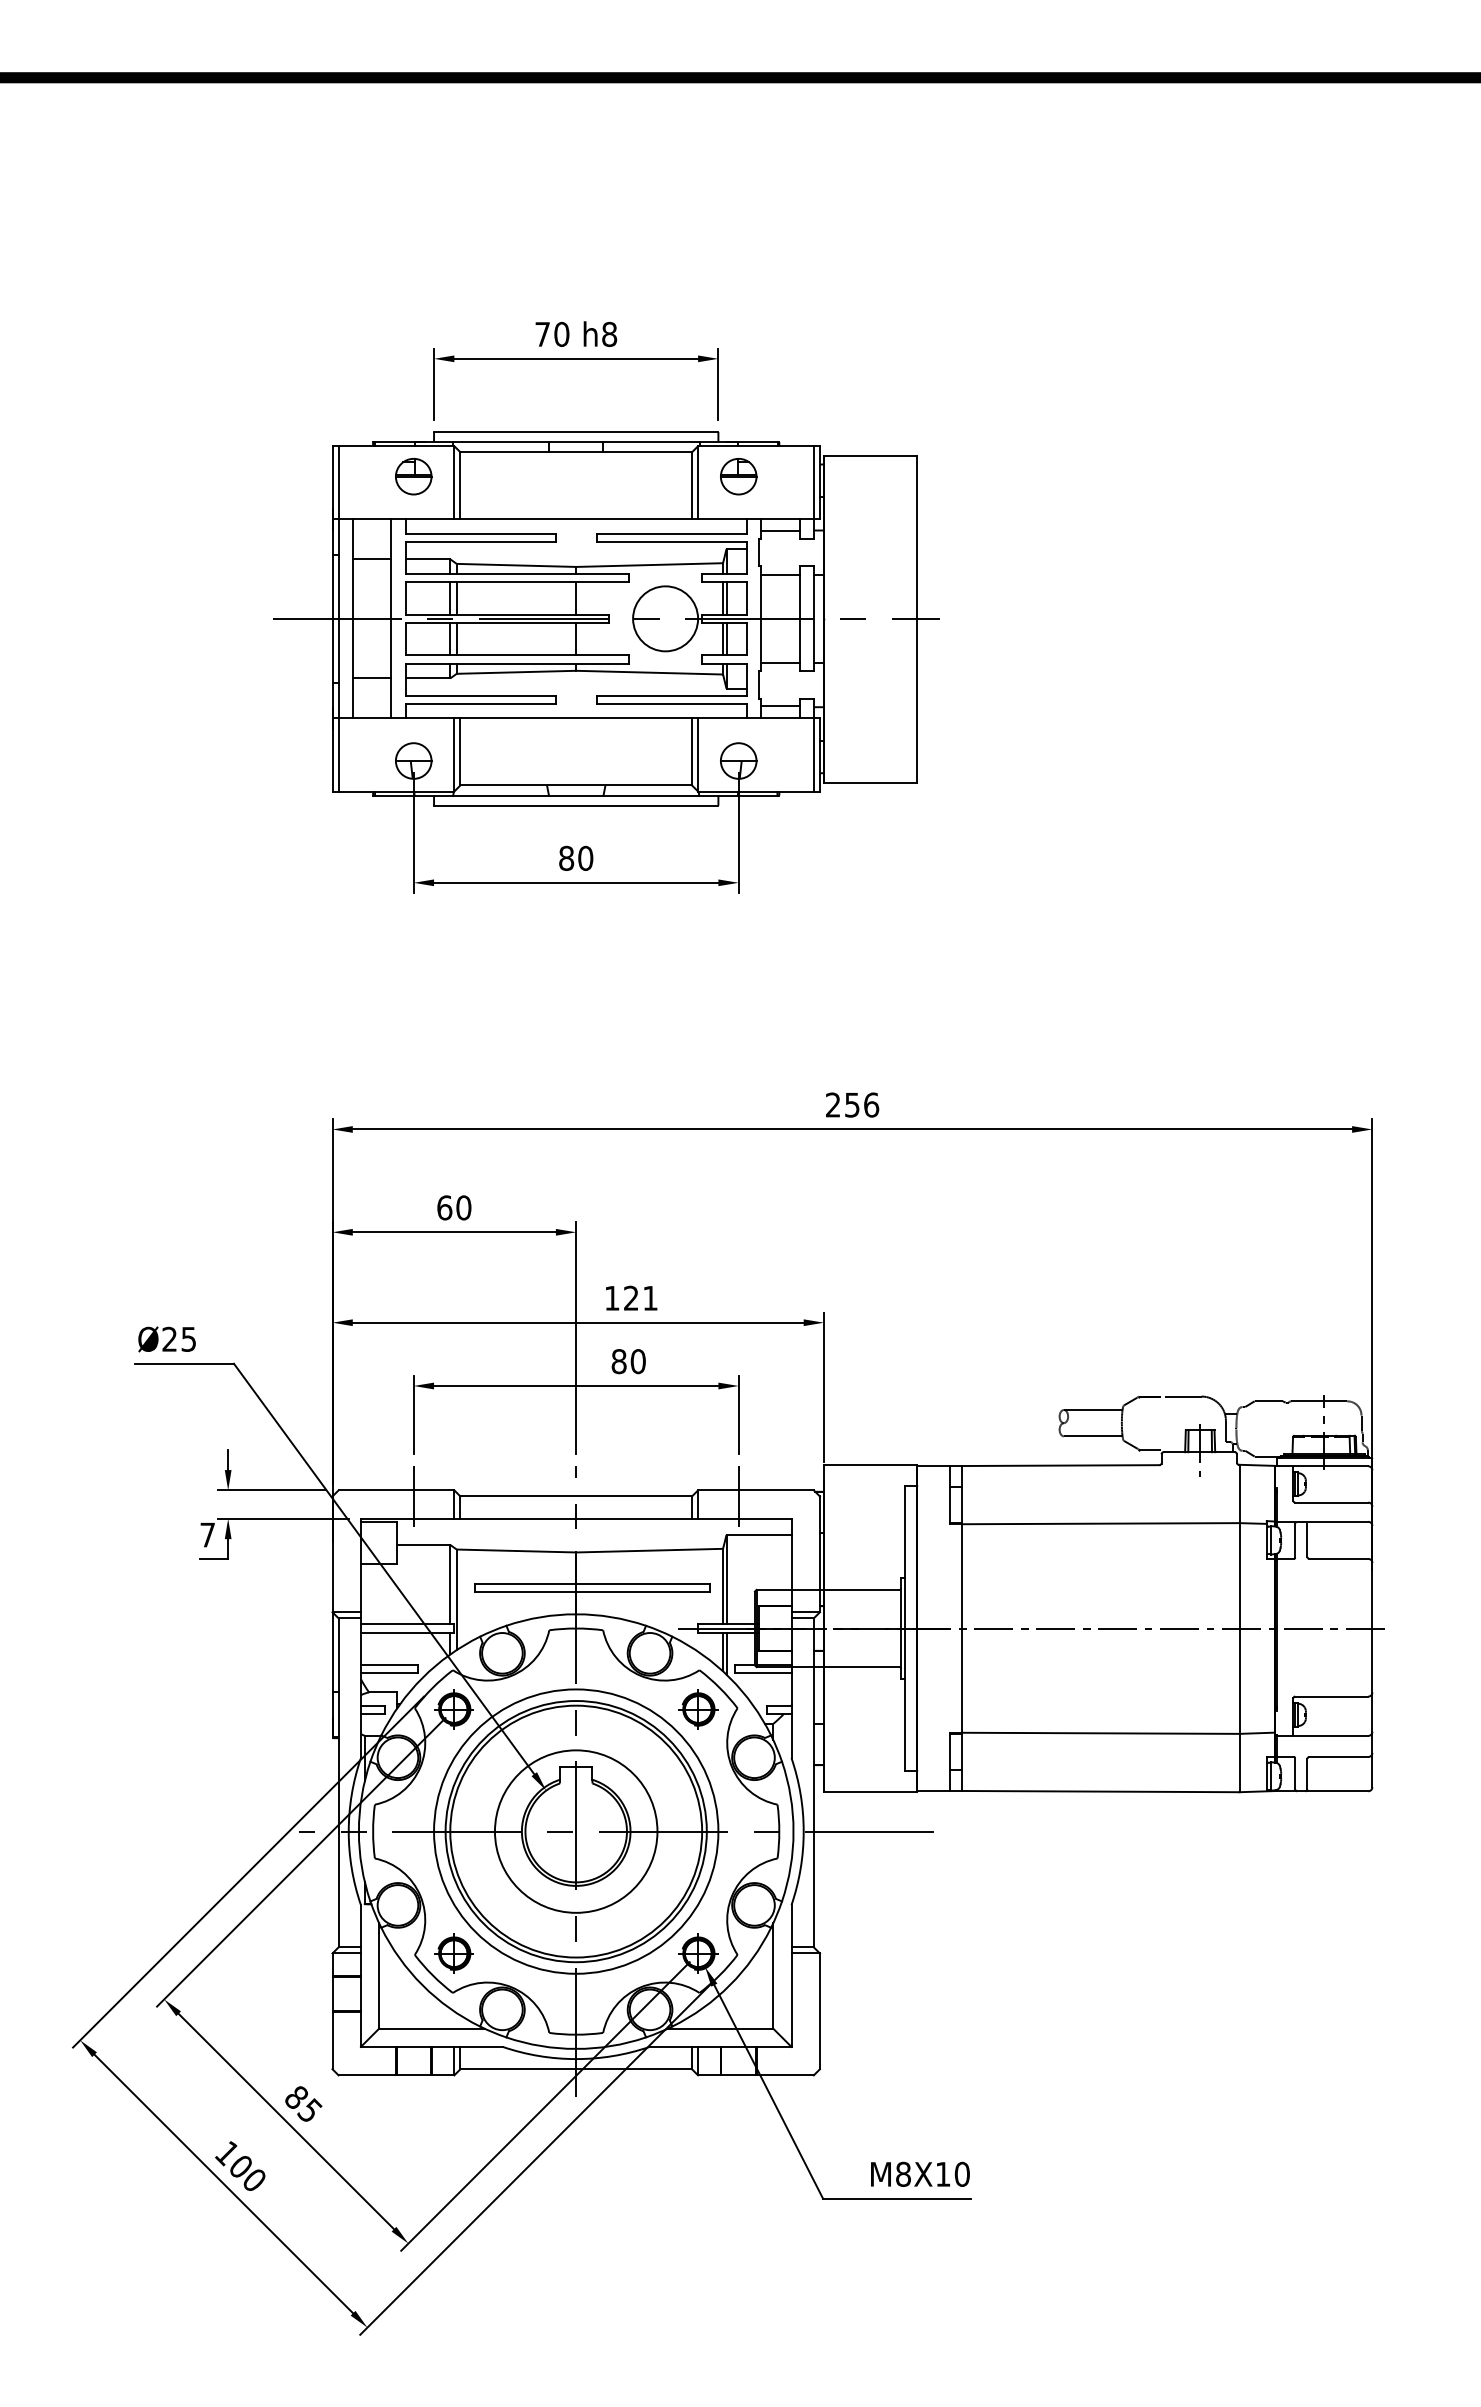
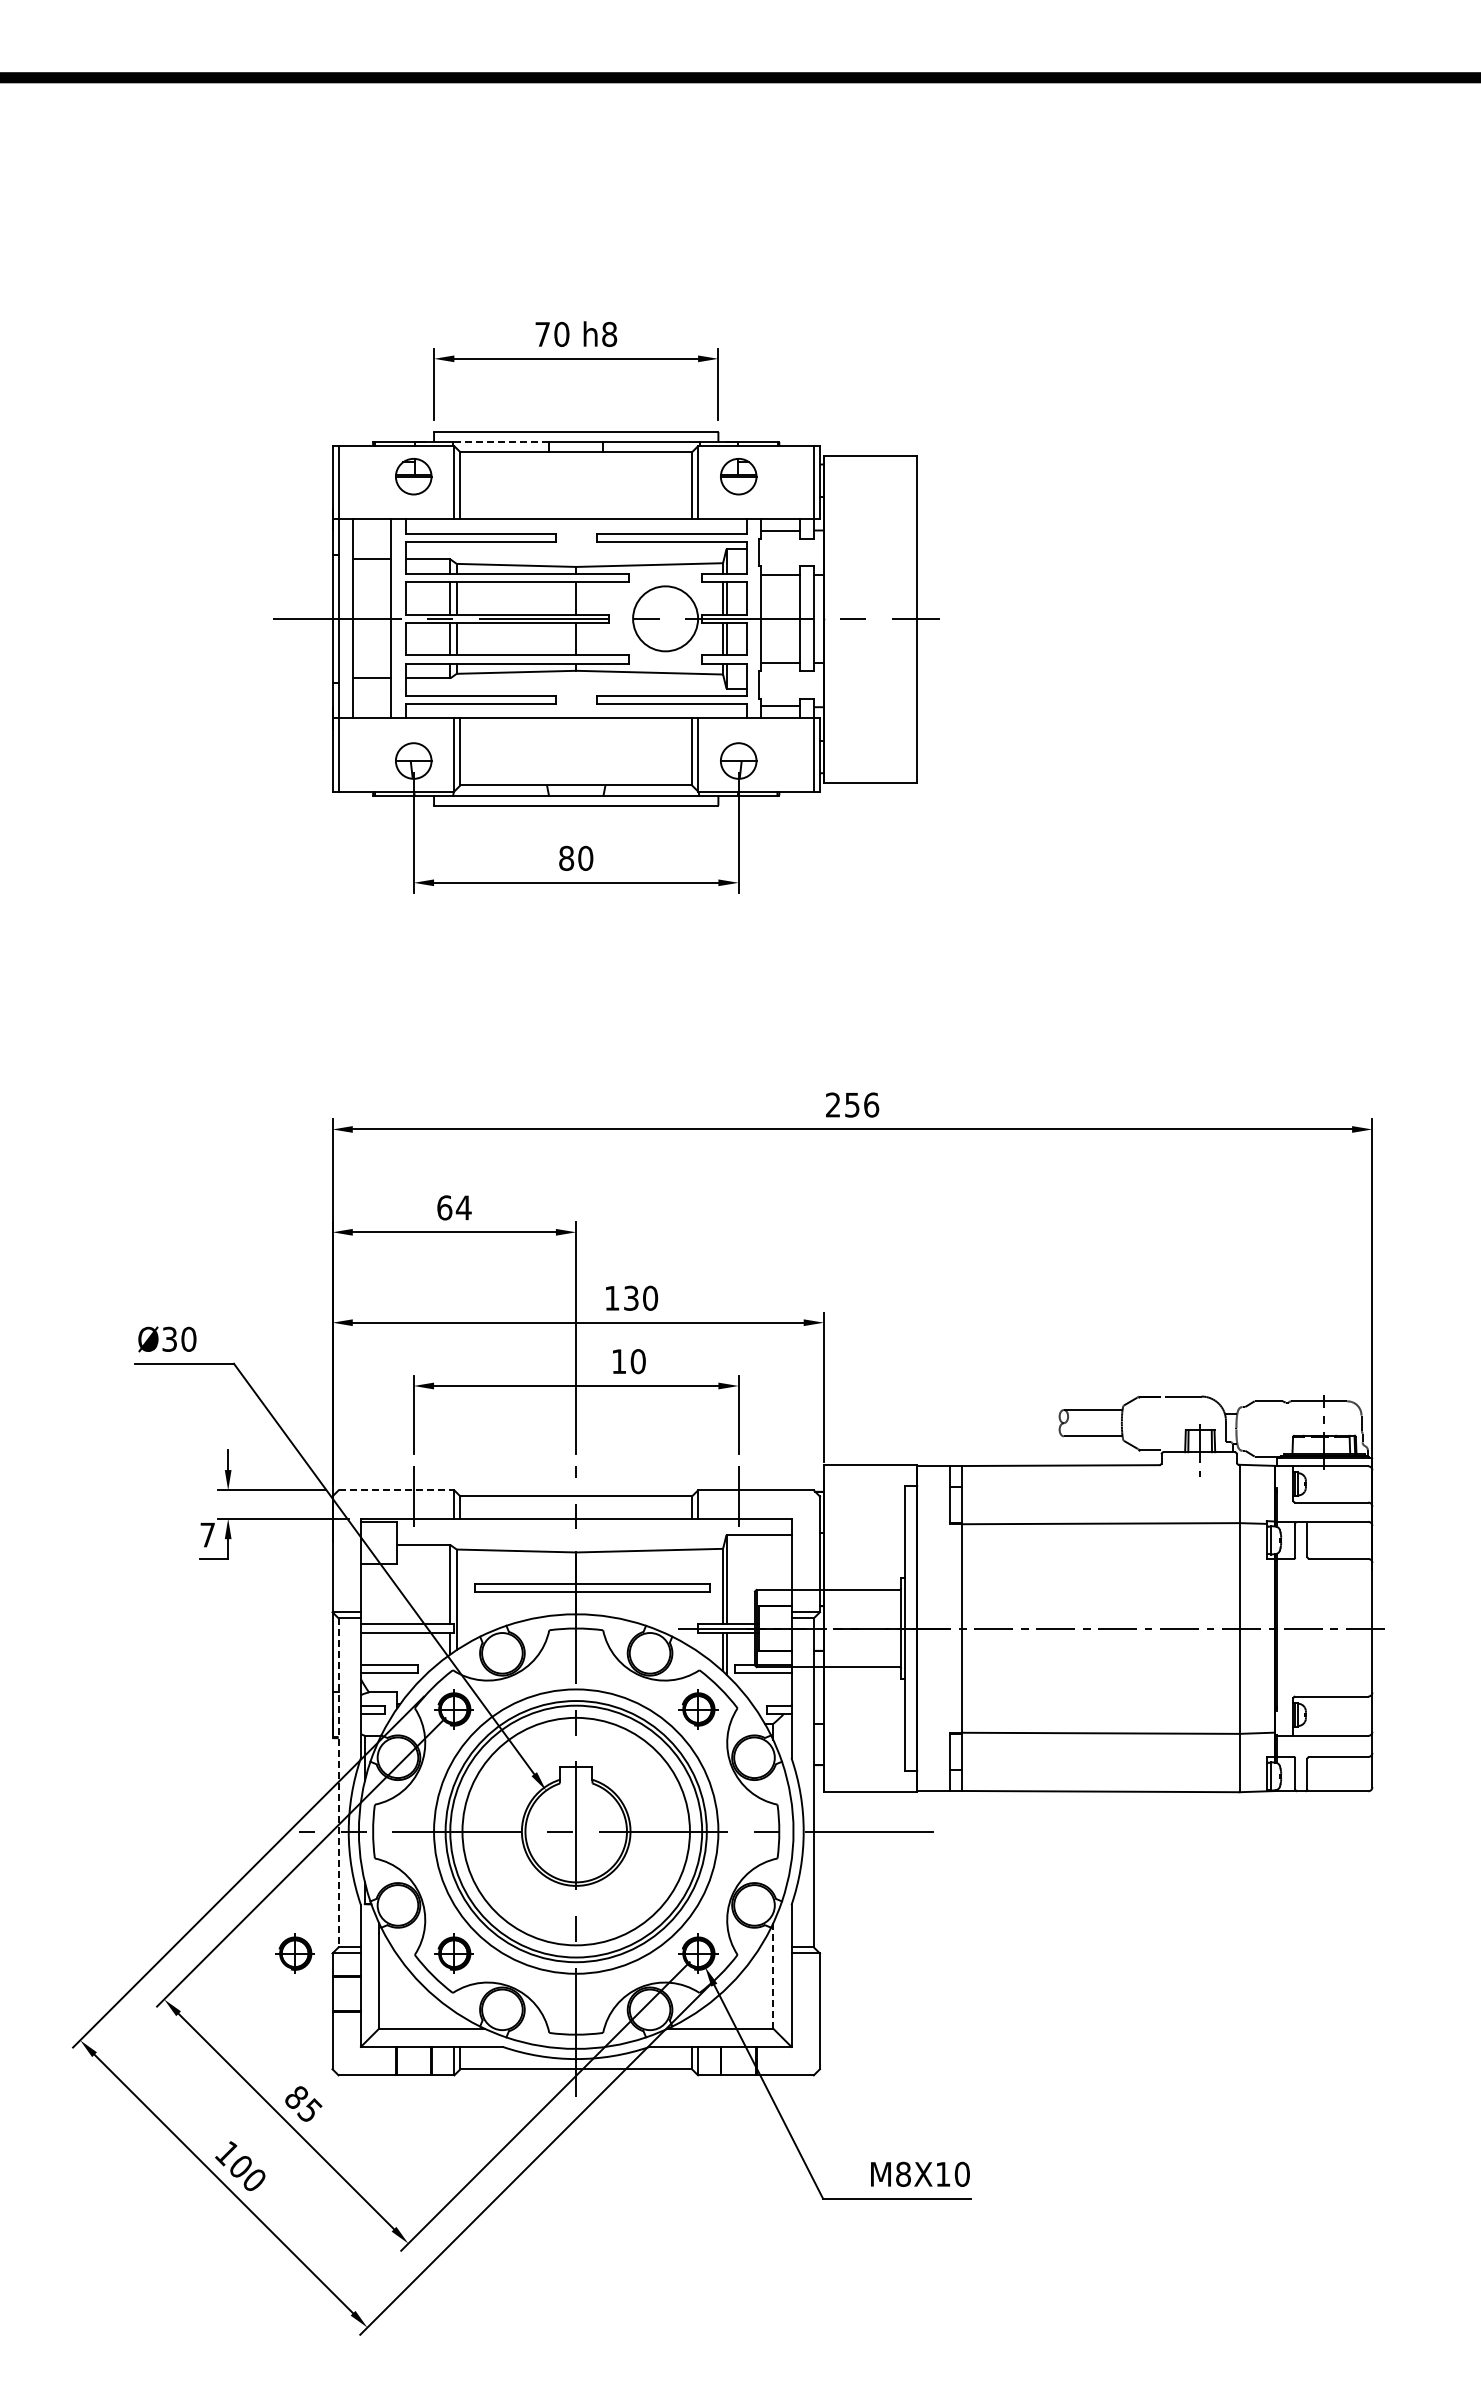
line at (500, 442): solid -> dashed
text at (463, 1207): 60 -> 64
text at (641, 1297): 121 -> 130
text at (179, 1338): Ø25 -> Ø30
text at (618, 1361): 80 -> 10
line at (396, 1490): solid -> dashed
line at (338, 1782): solid -> dashed
circle at (575, 1831) diameter: 162 px -> 227 px
part at (294, 1953): none -> present
line at (773, 1975): solid -> dashed
